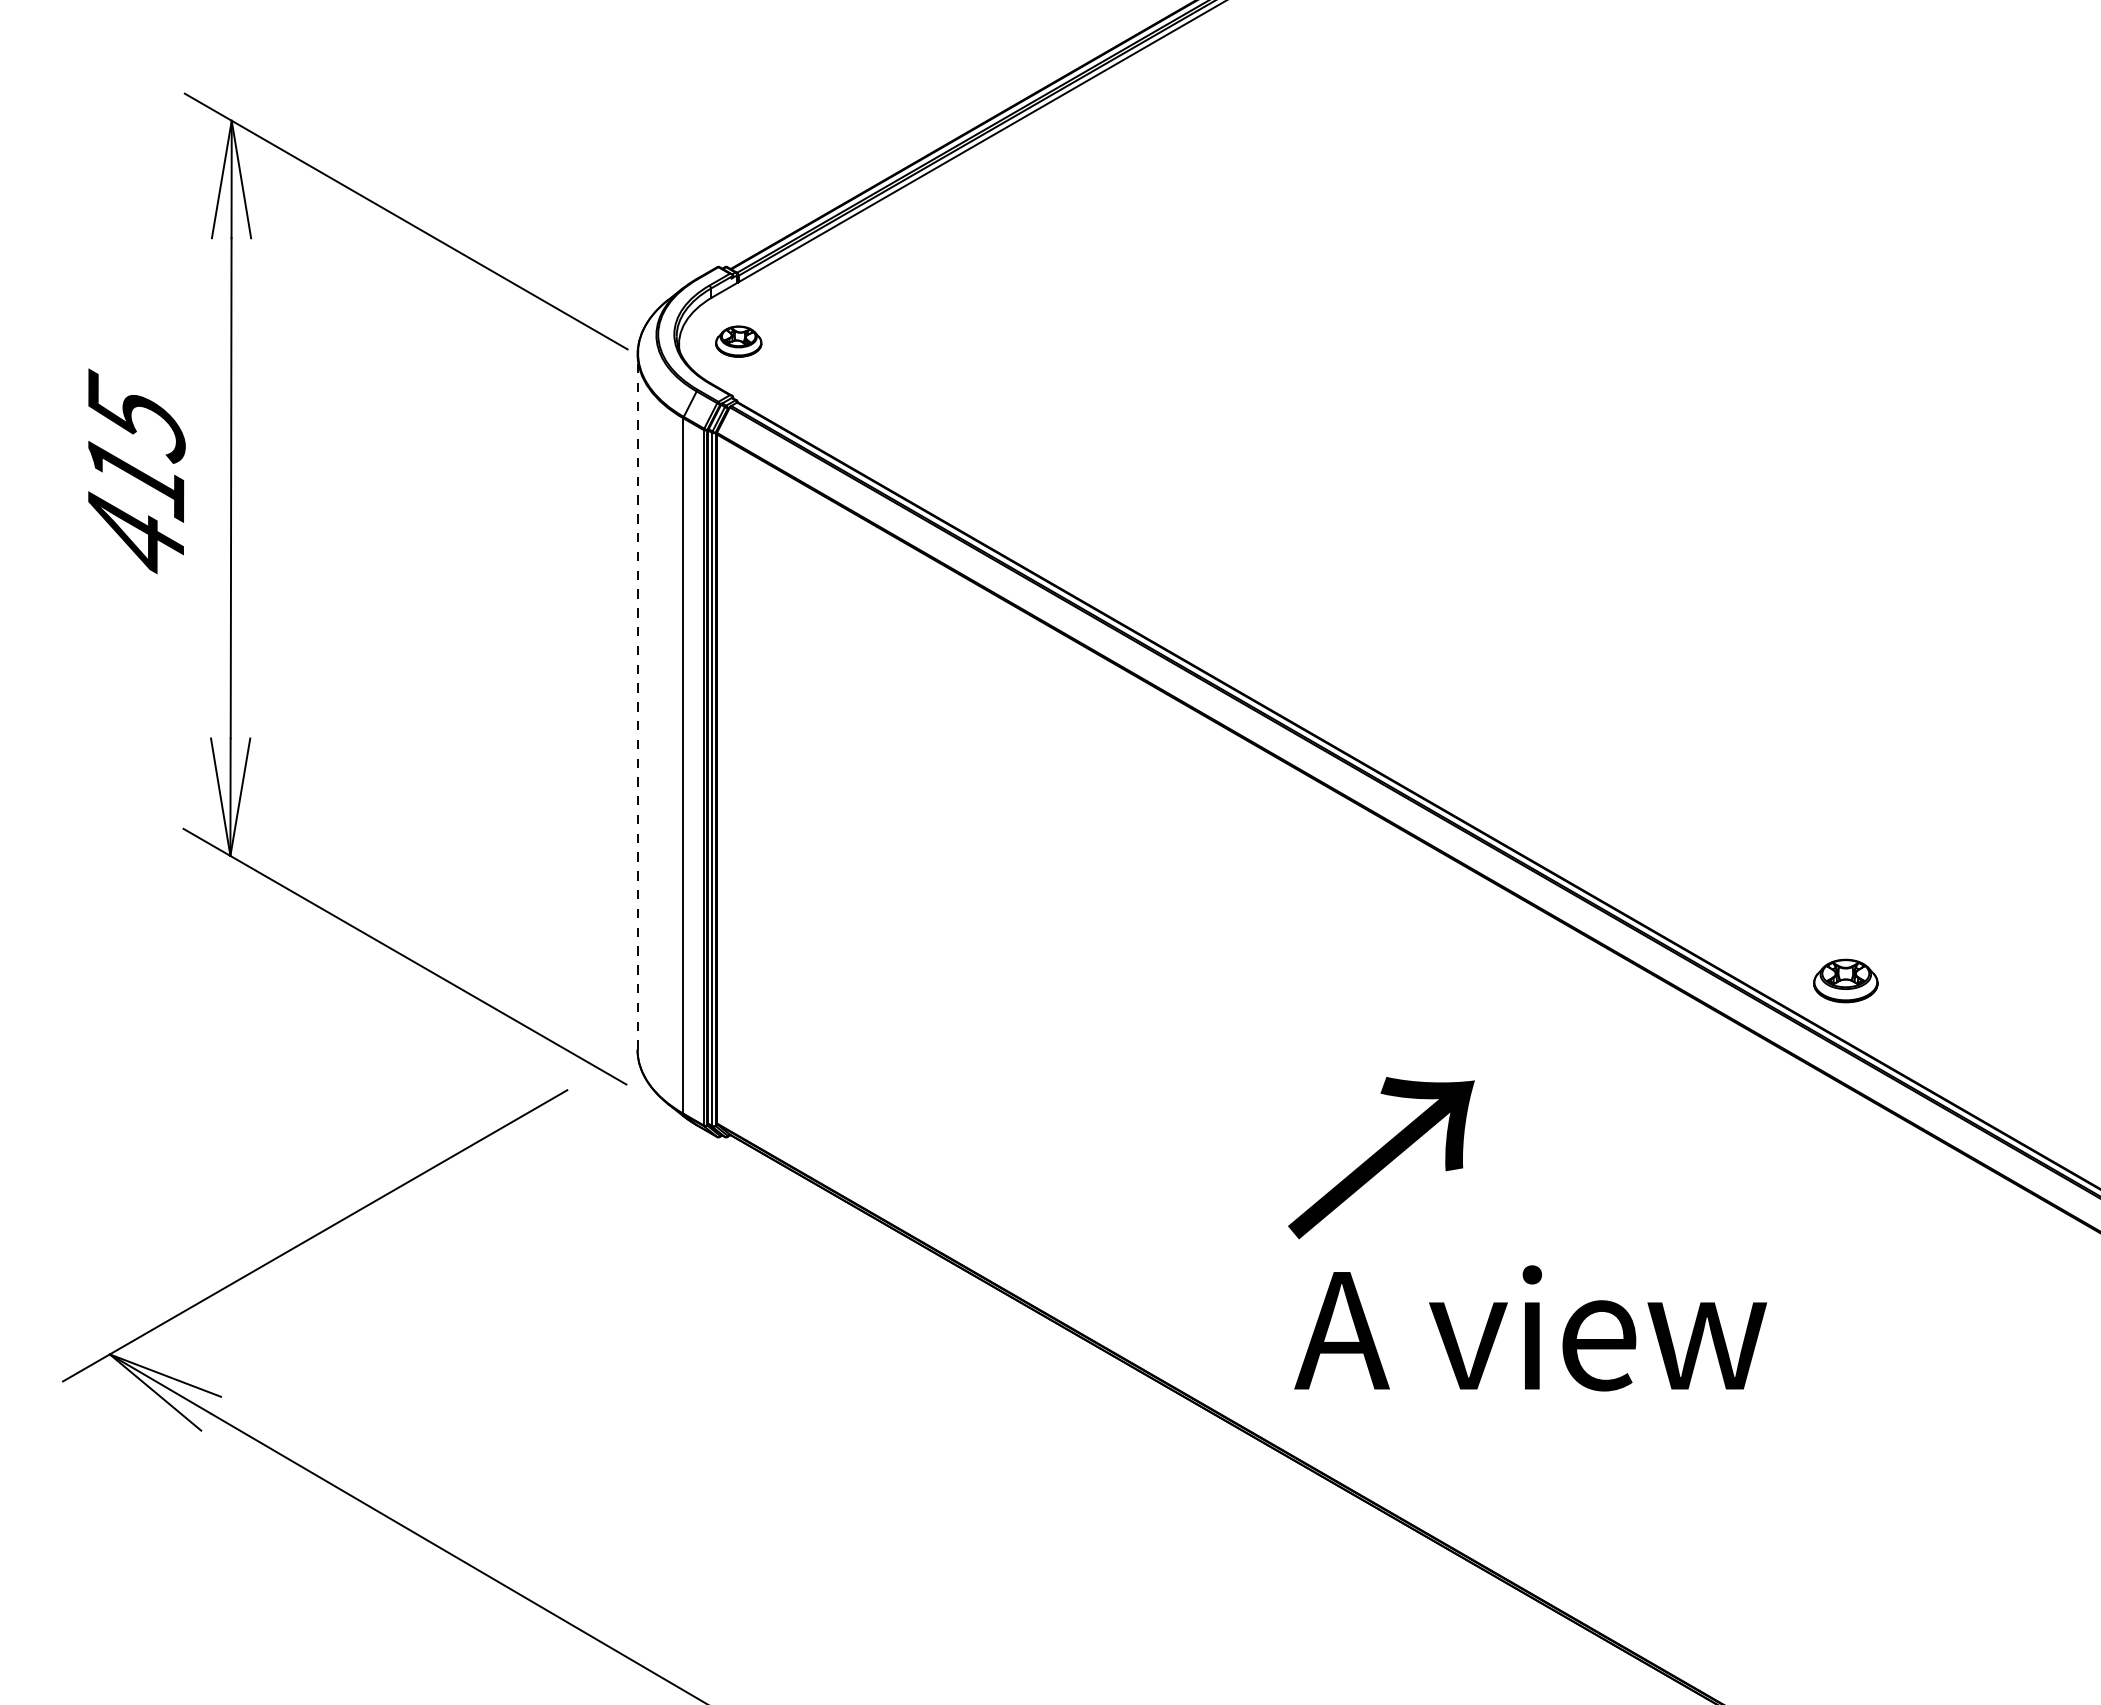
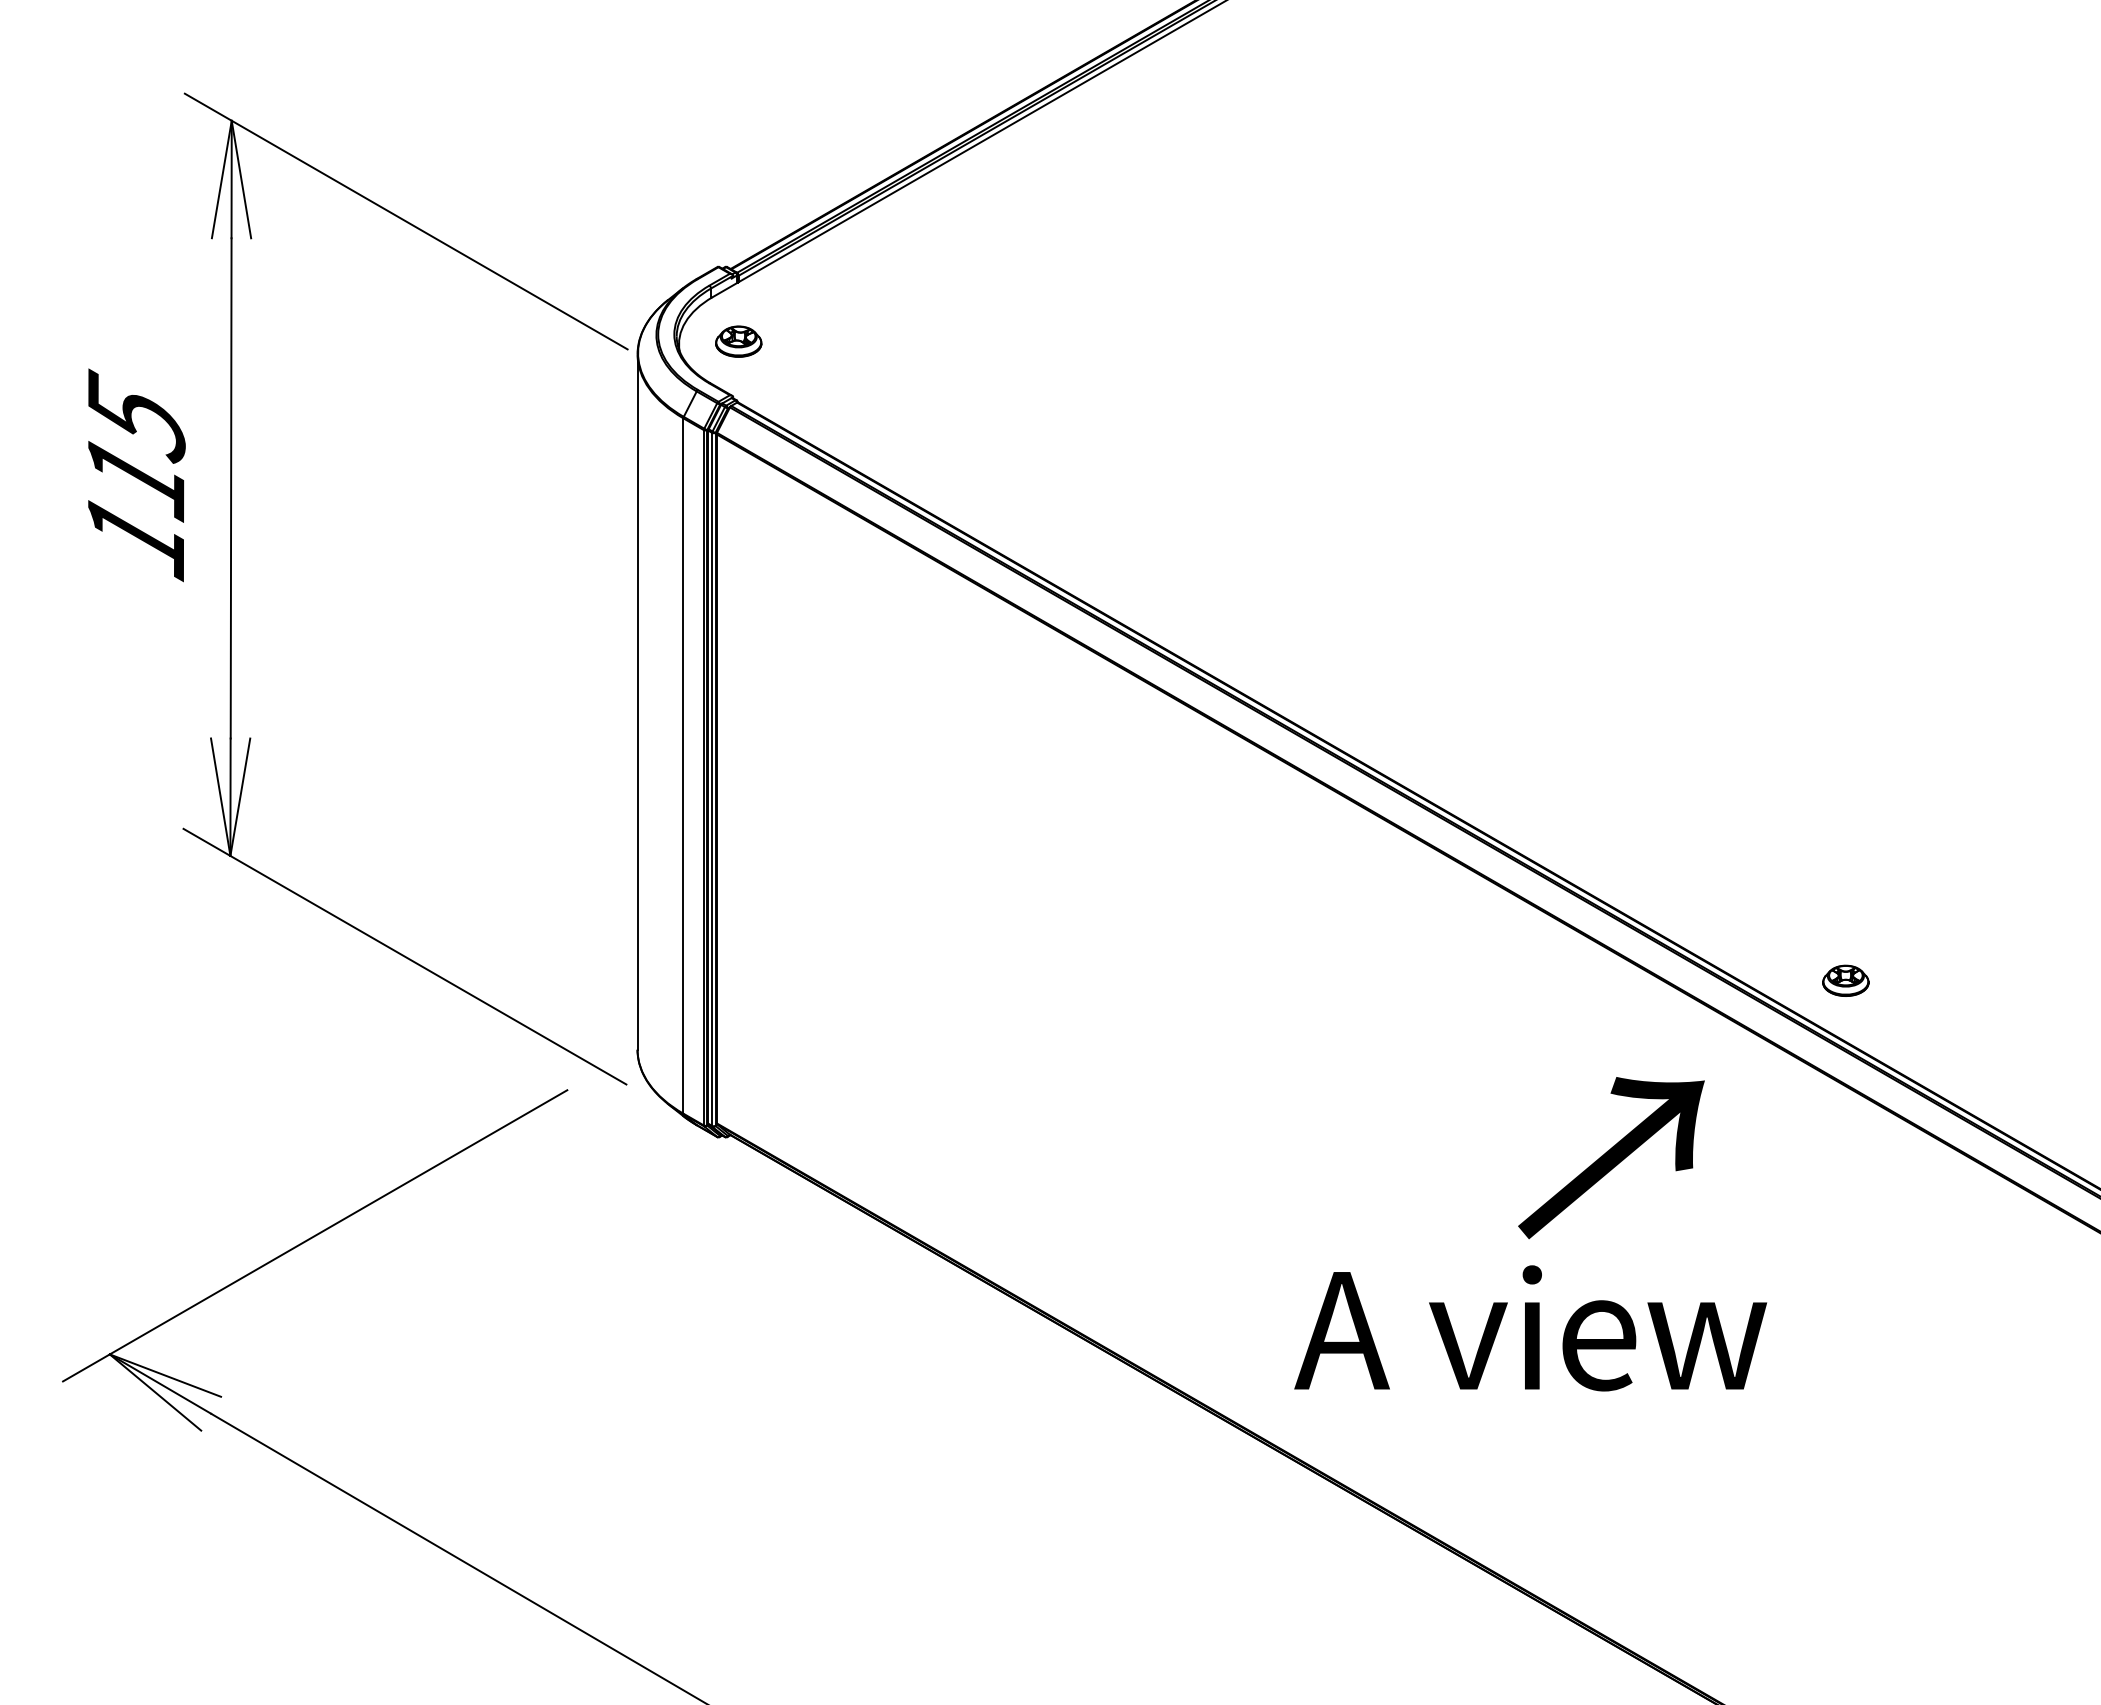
text at (135, 536): 415 -> 115
line at (637, 702): dashed -> solid
part at (1845, 980) size: 66x46 px -> 48x33 px
text at (1381, 1158) position: (1381, 1158) -> (1611, 1158)
